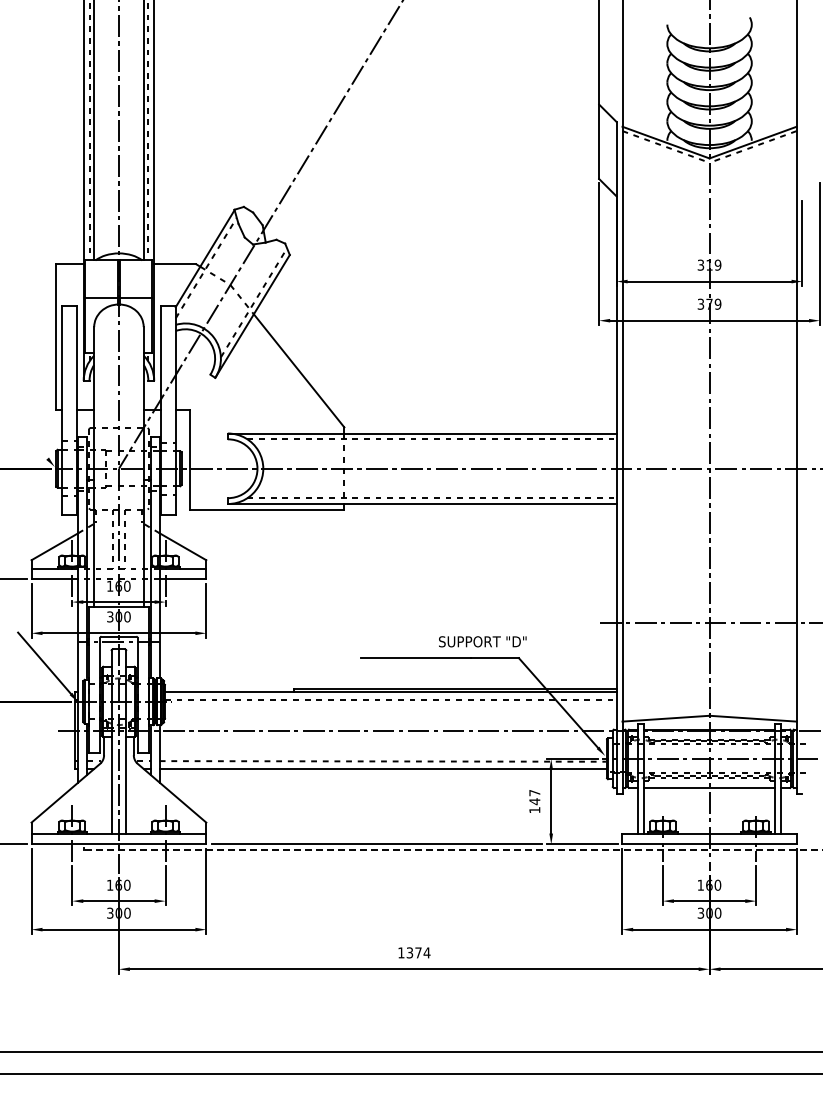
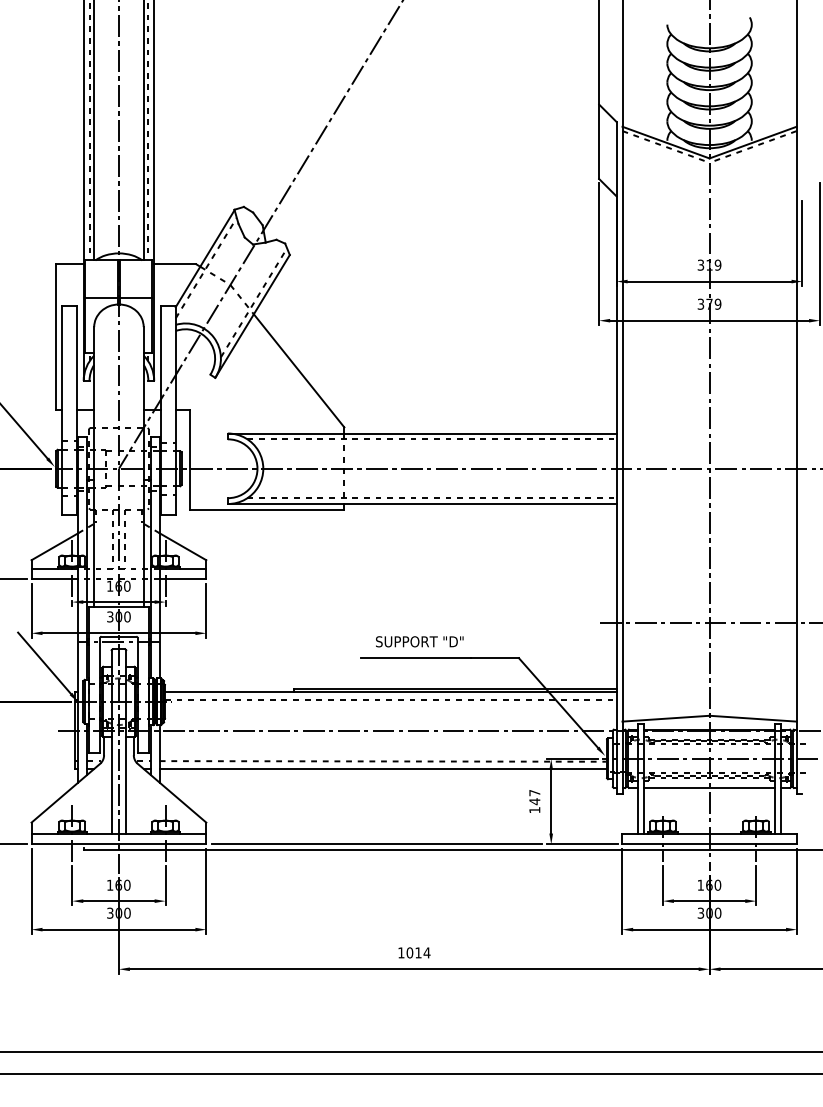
line at (24, 432): none -> present
text at (482, 641) position: (482, 641) -> (419, 641)
line at (452, 850): dashed -> solid
text at (413, 952): 1374 -> 1014
